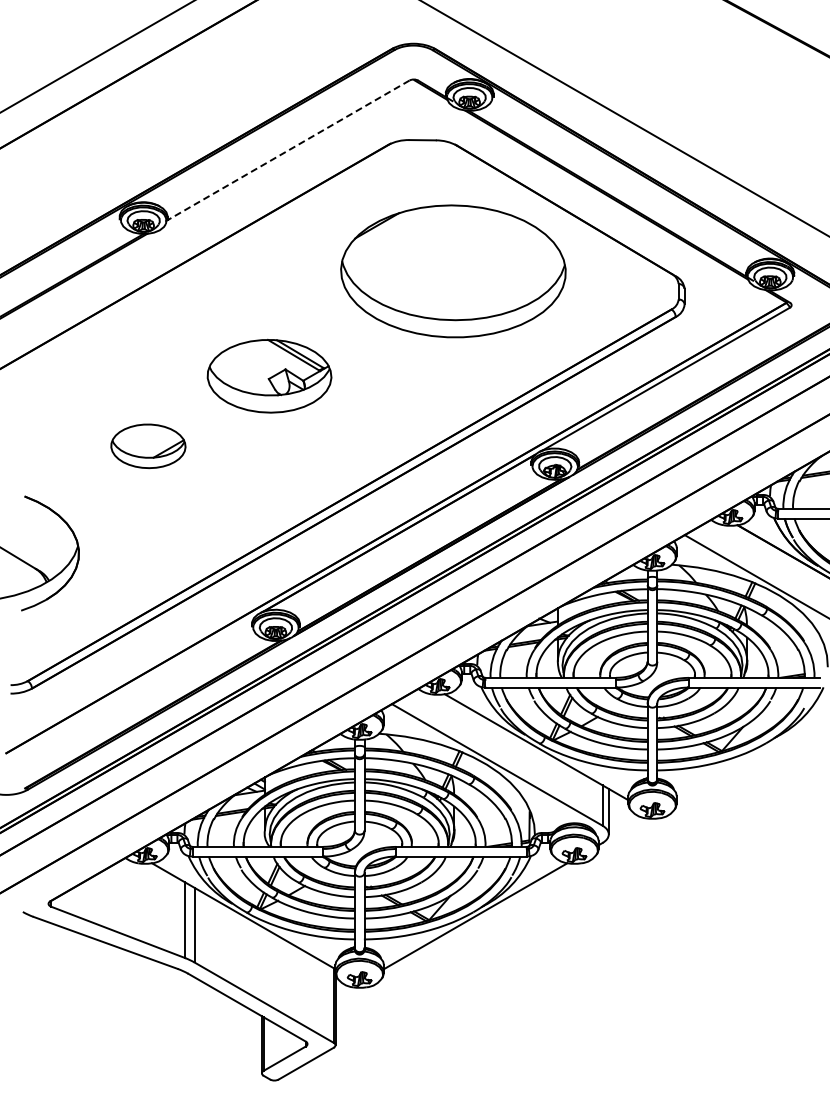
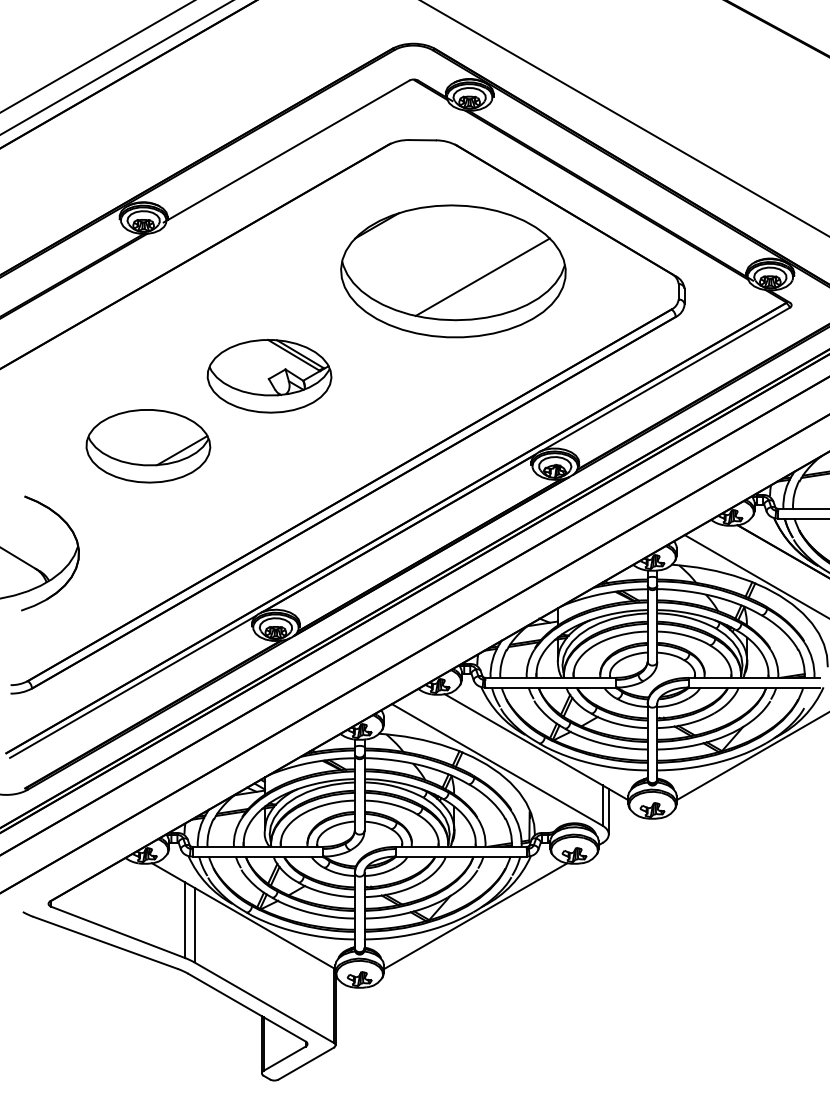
line at (116, 67): none -> present
line at (286, 151): dashed -> solid
line at (482, 276): none -> present
part at (148, 446) size: 77x47 px -> 127x75 px
line at (132, 686): none -> present
line at (751, 756): none -> present
